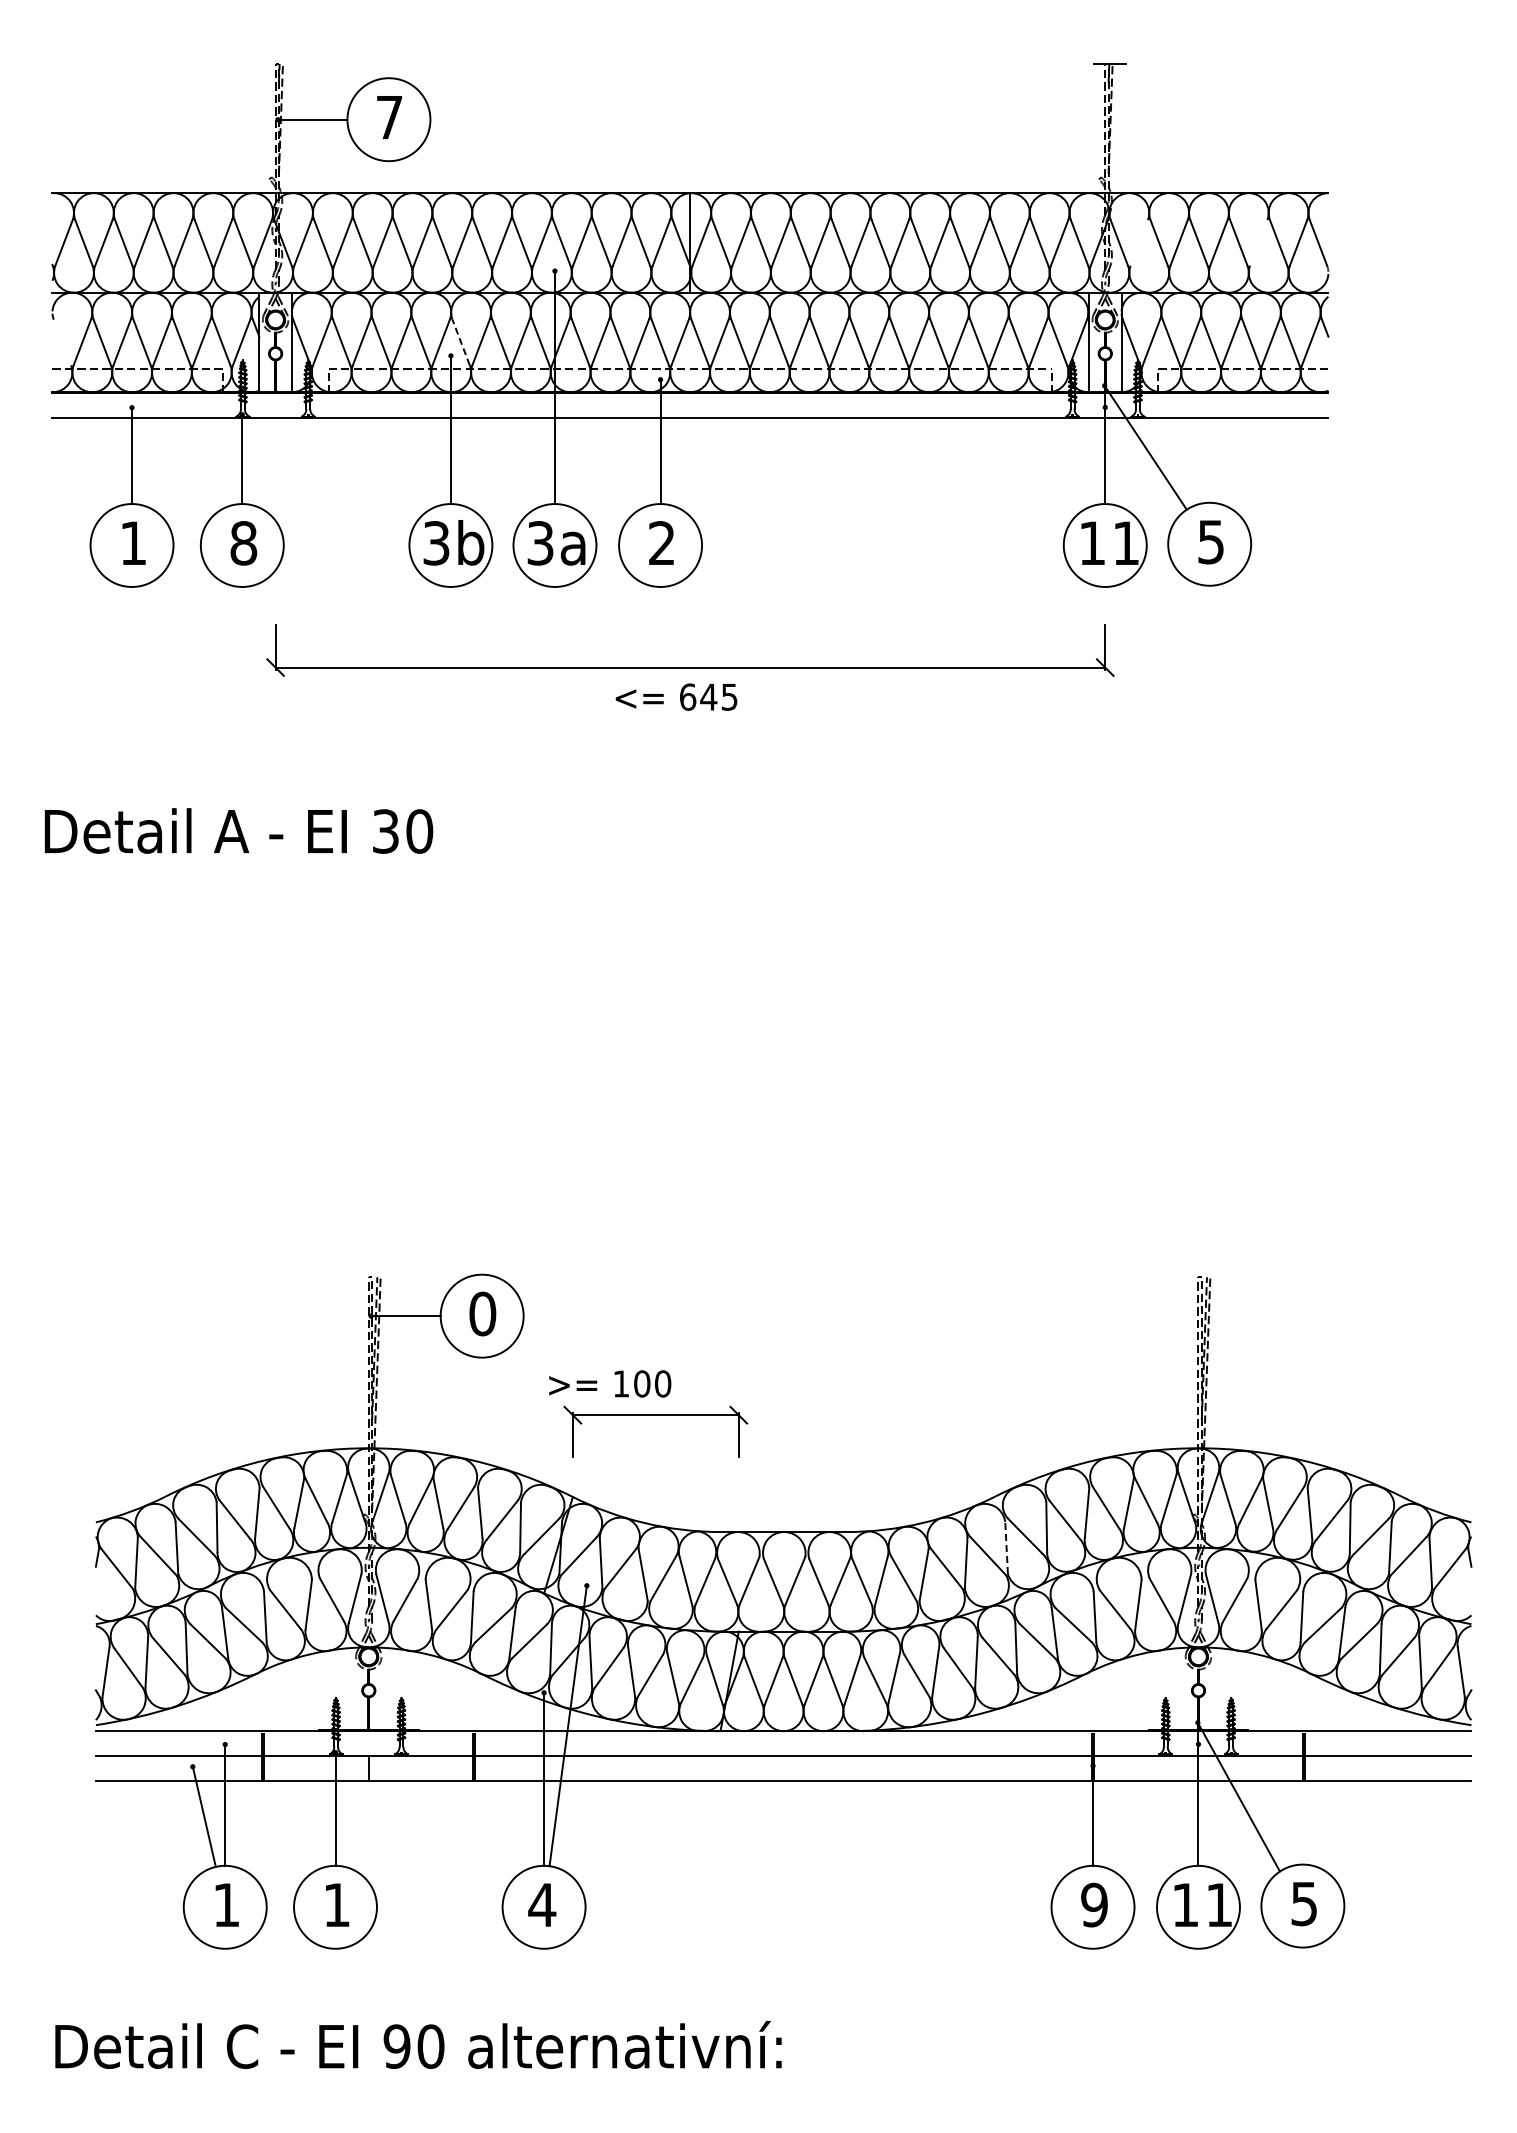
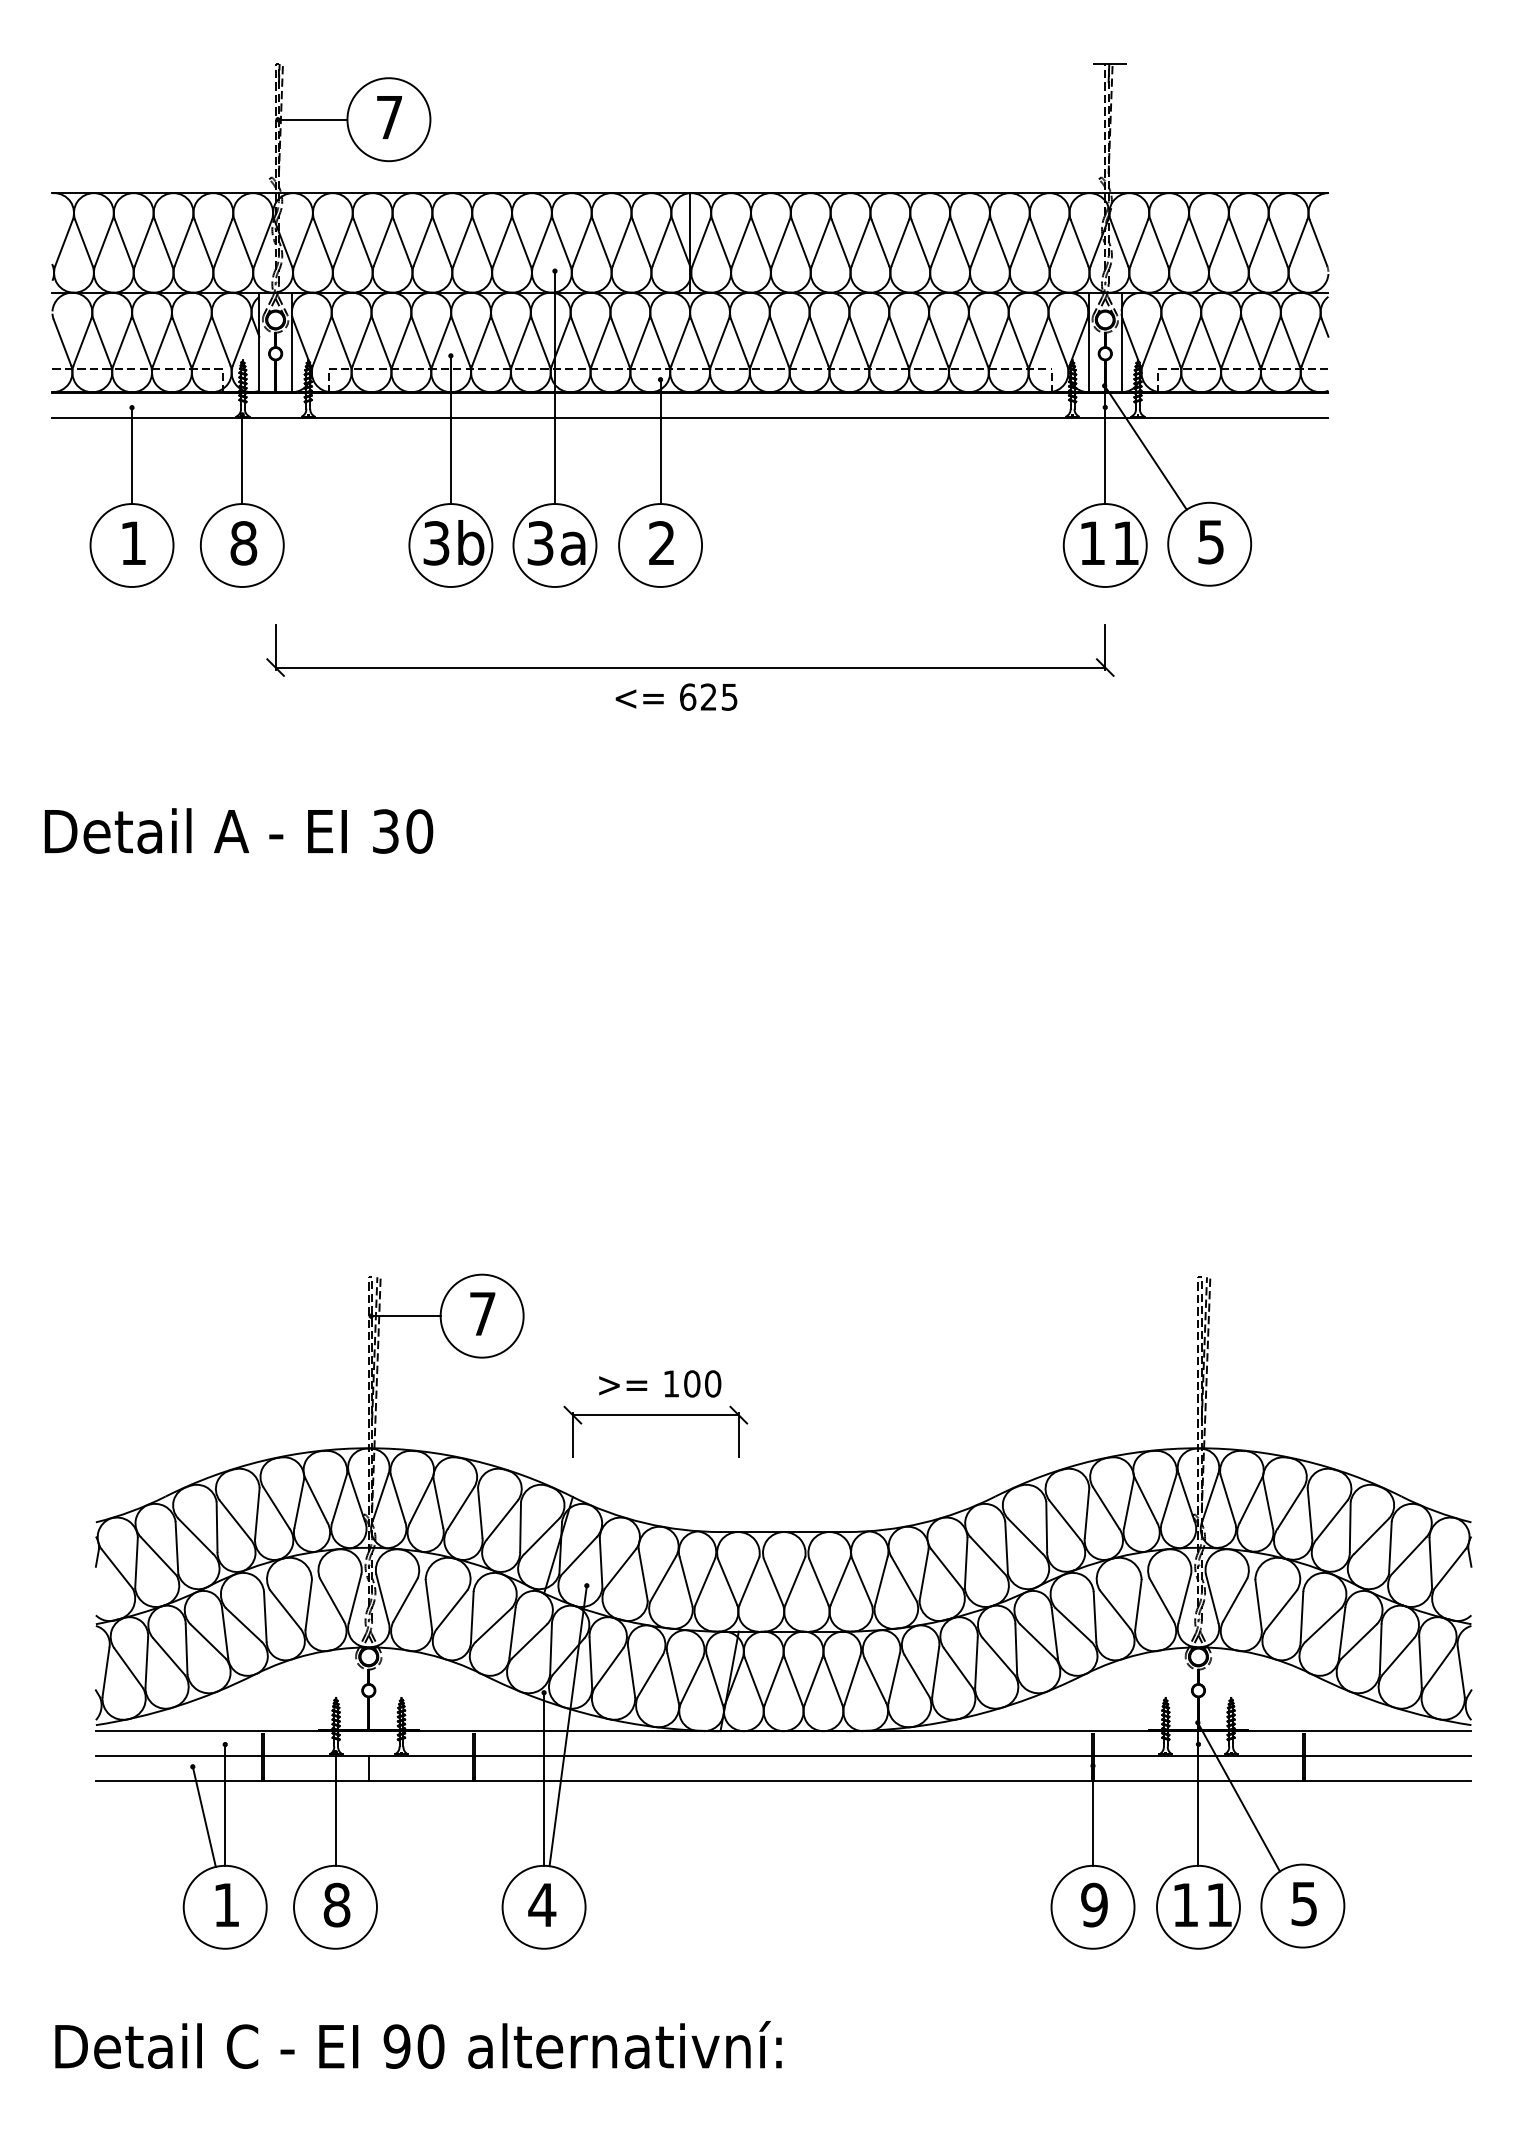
line at (1138, 242): none -> present
line at (1258, 242): none -> present
line at (62, 342): none -> present
line at (460, 342): dashed -> solid
text at (708, 696): 645 -> 625
text at (482, 1313): 0 -> 7
text at (610, 1383) position: (610, 1383) -> (660, 1383)
line at (1006, 1547): dashed -> solid
text at (336, 1904): 1 -> 8
